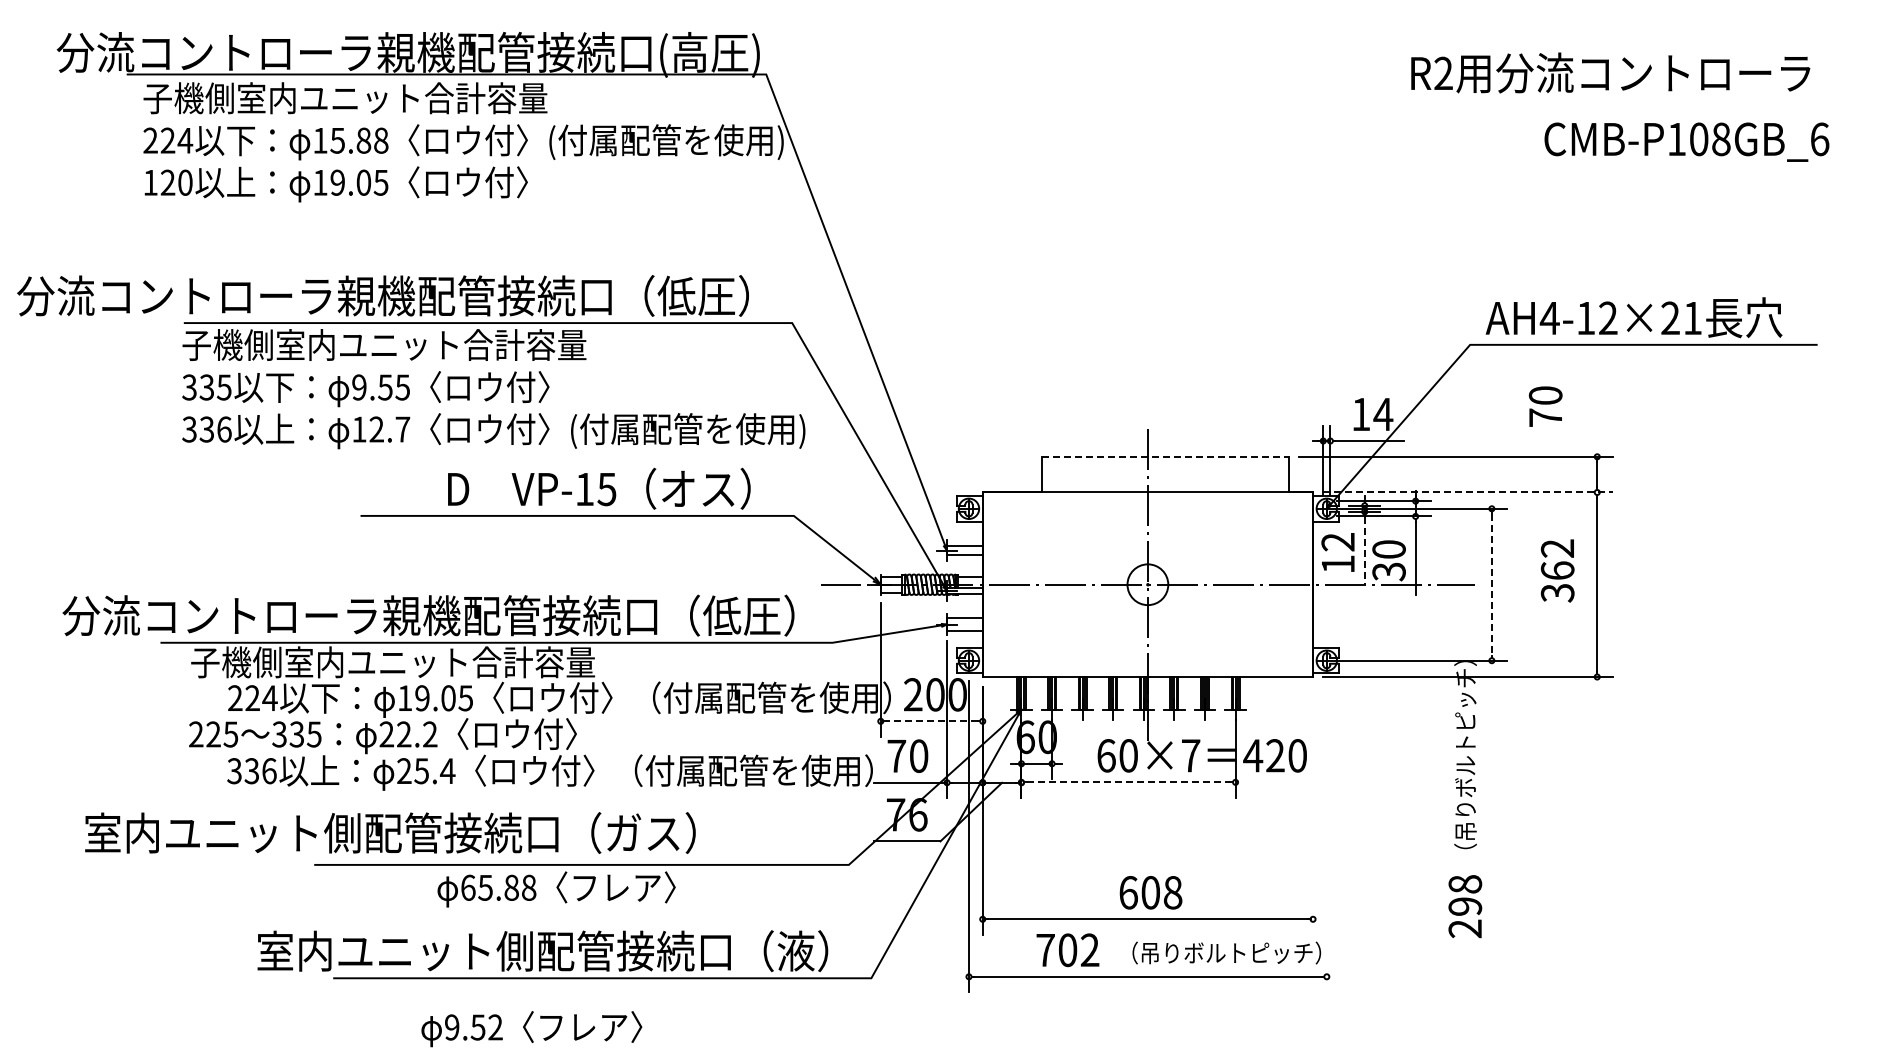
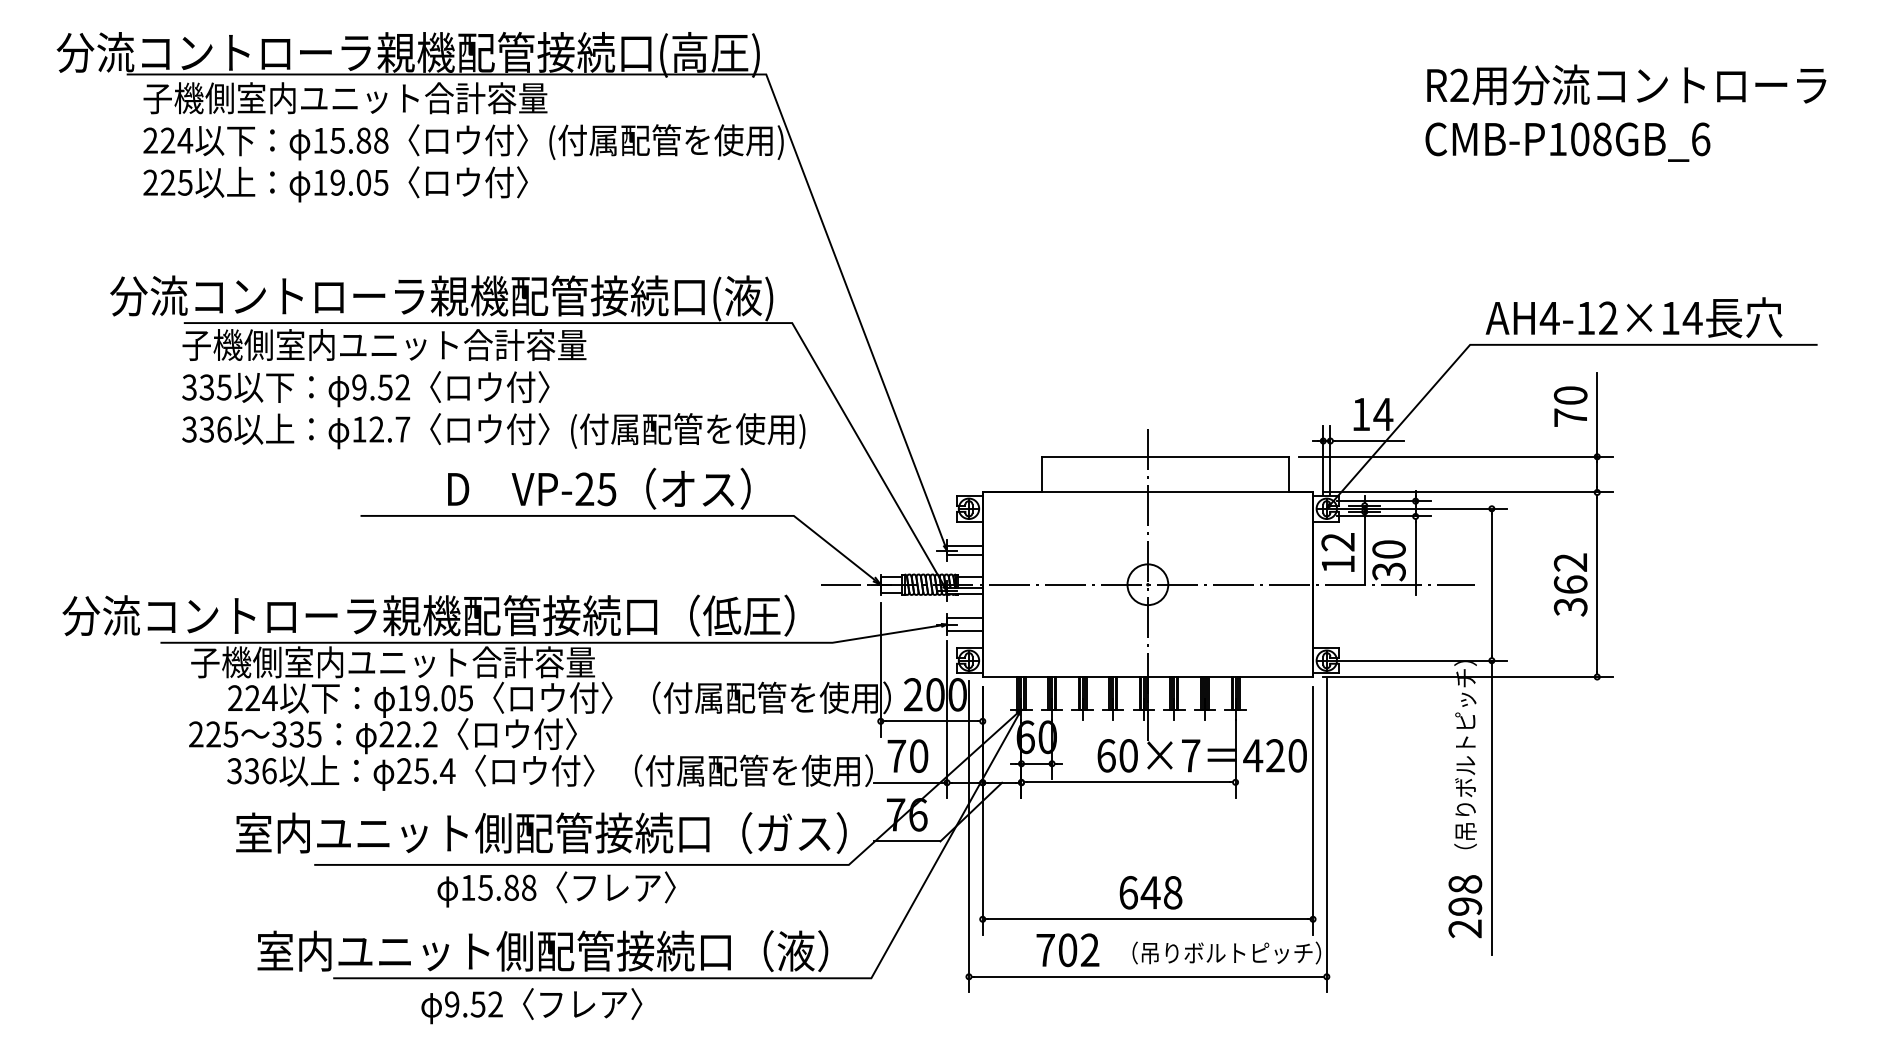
text at (1610, 72) position: (1610, 72) -> (1626, 84)
text at (1686, 141) position: (1686, 141) -> (1567, 141)
text at (167, 182): 120 -> 225
text at (395, 298): 分流コントローラ親機配管接続口（低圧） -> 分流コントローラ親機配管接続口(液)
text at (1681, 317): AH4-12×21 -> AH4-12×14
text at (402, 387): 9.55 -> 9.52
text at (1545, 406) position: (1545, 406) -> (1570, 406)
line at (1597, 414): none -> present
line at (1165, 456): dashed -> solid
text at (584, 488): VP-15 -> VP-25
line at (1467, 492): dashed -> solid
line at (1364, 550): dashed -> solid
text at (1557, 570) position: (1557, 570) -> (1570, 584)
line at (1491, 584): dashed -> solid
line at (931, 721): dashed -> solid
line at (1128, 782): dashed -> solid
line at (1491, 807): none -> present
line at (1313, 810): none -> present
text at (390, 832) position: (390, 832) -> (541, 832)
line at (1326, 835): none -> present
text at (468, 887): 65.88 -> 15.88
text at (1150, 892): 608 -> 648
text at (531, 1029) position: (531, 1029) -> (531, 1006)
